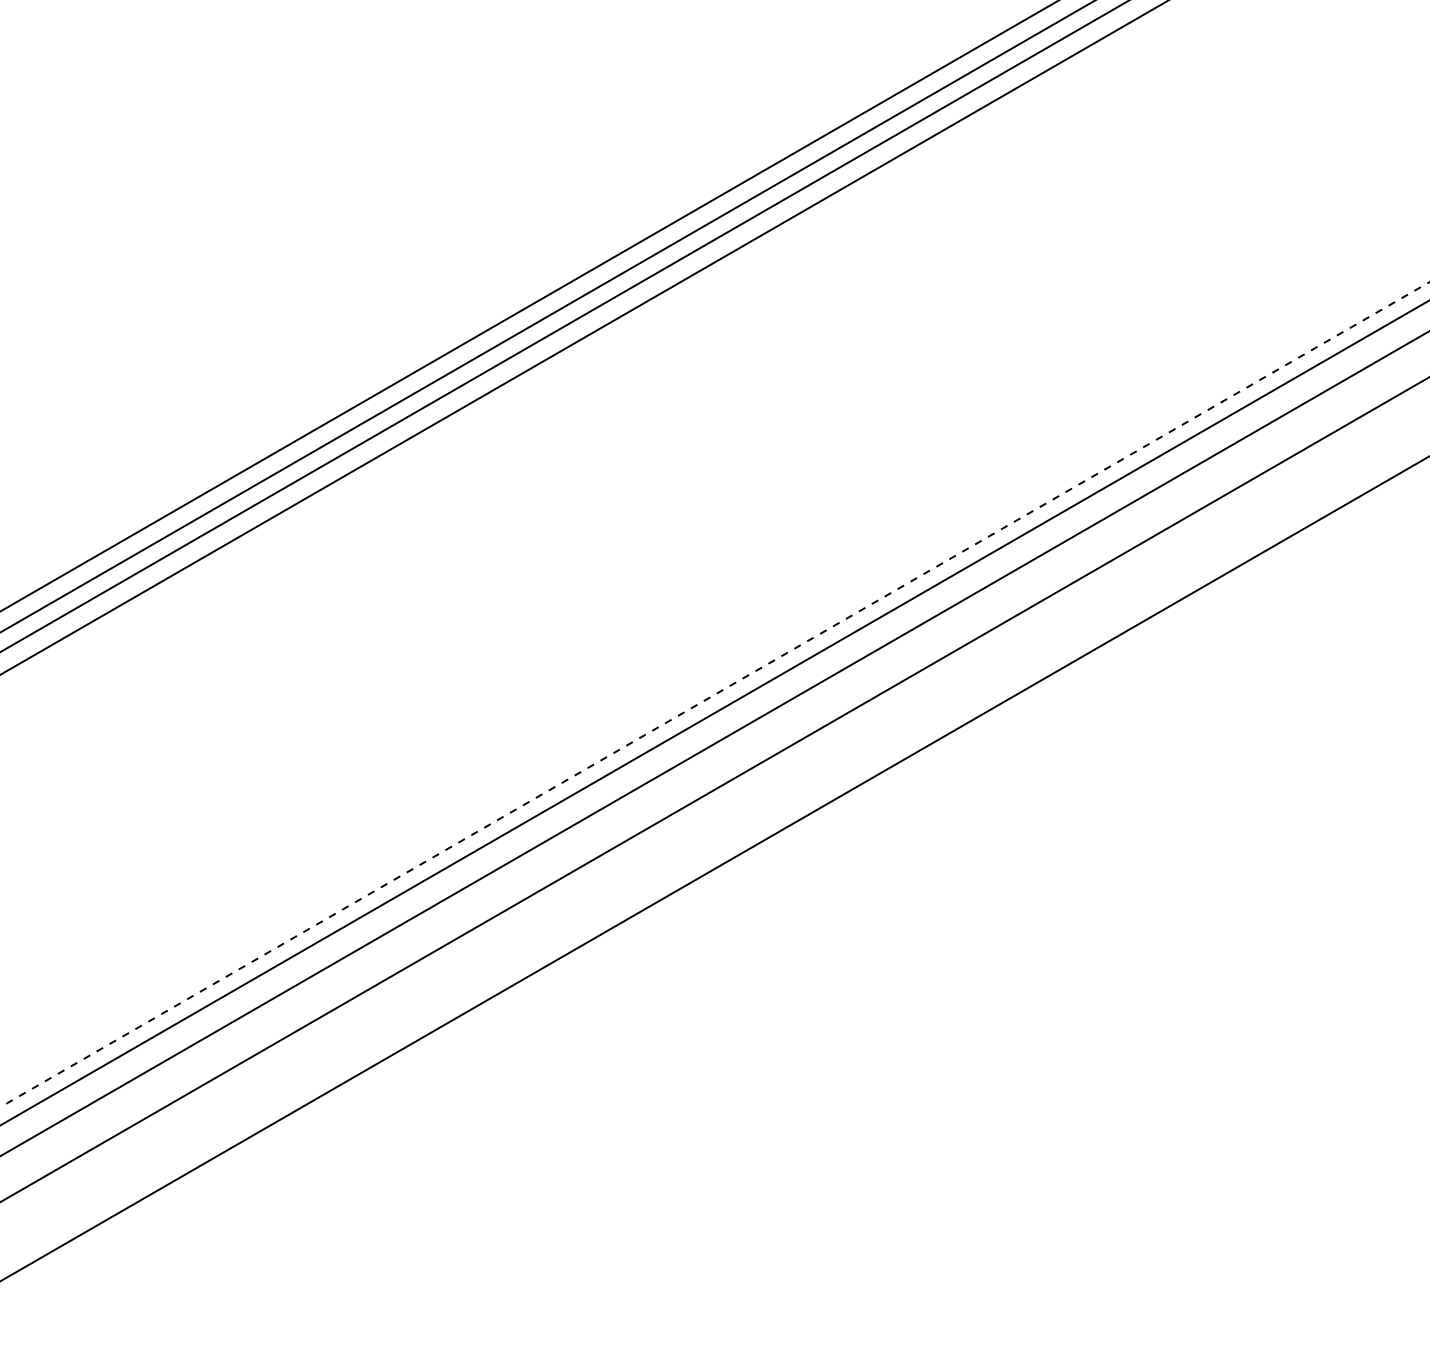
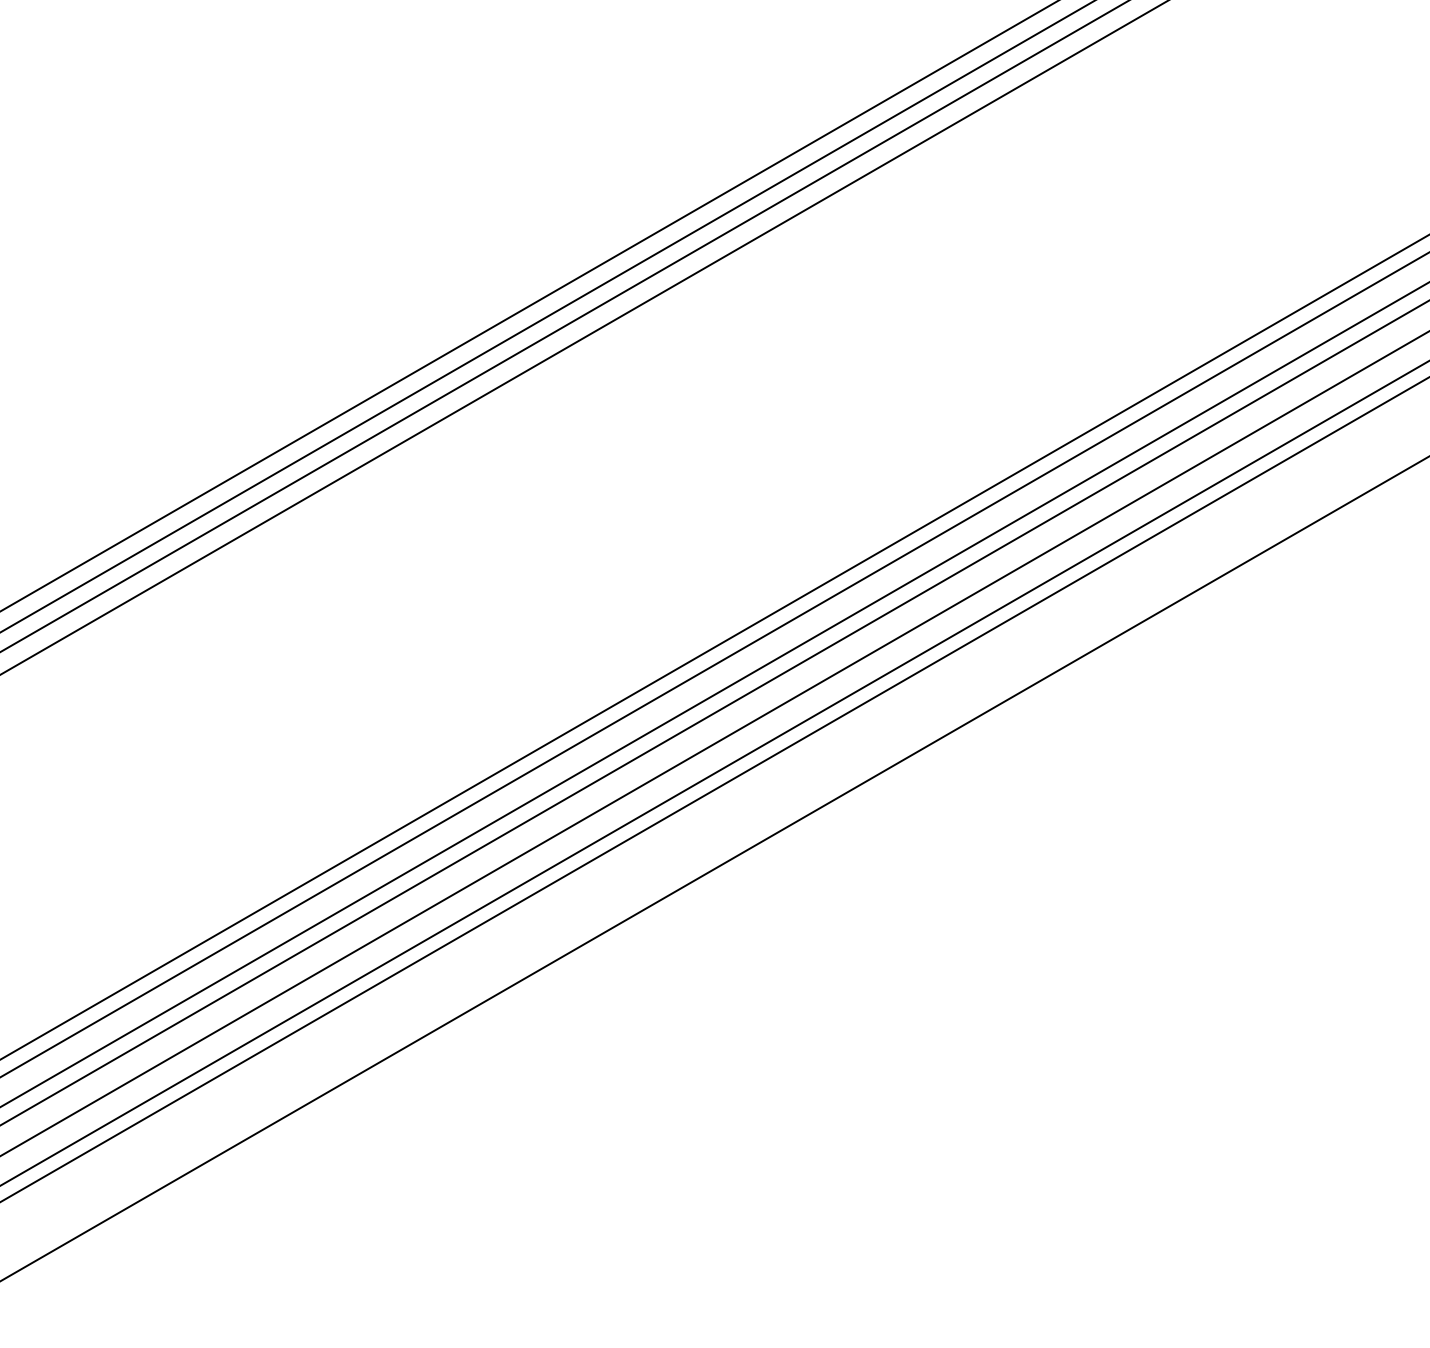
line at (714, 647): none -> present
line at (714, 664): none -> present
line at (715, 694): dashed -> solid
line at (714, 773): none -> present
